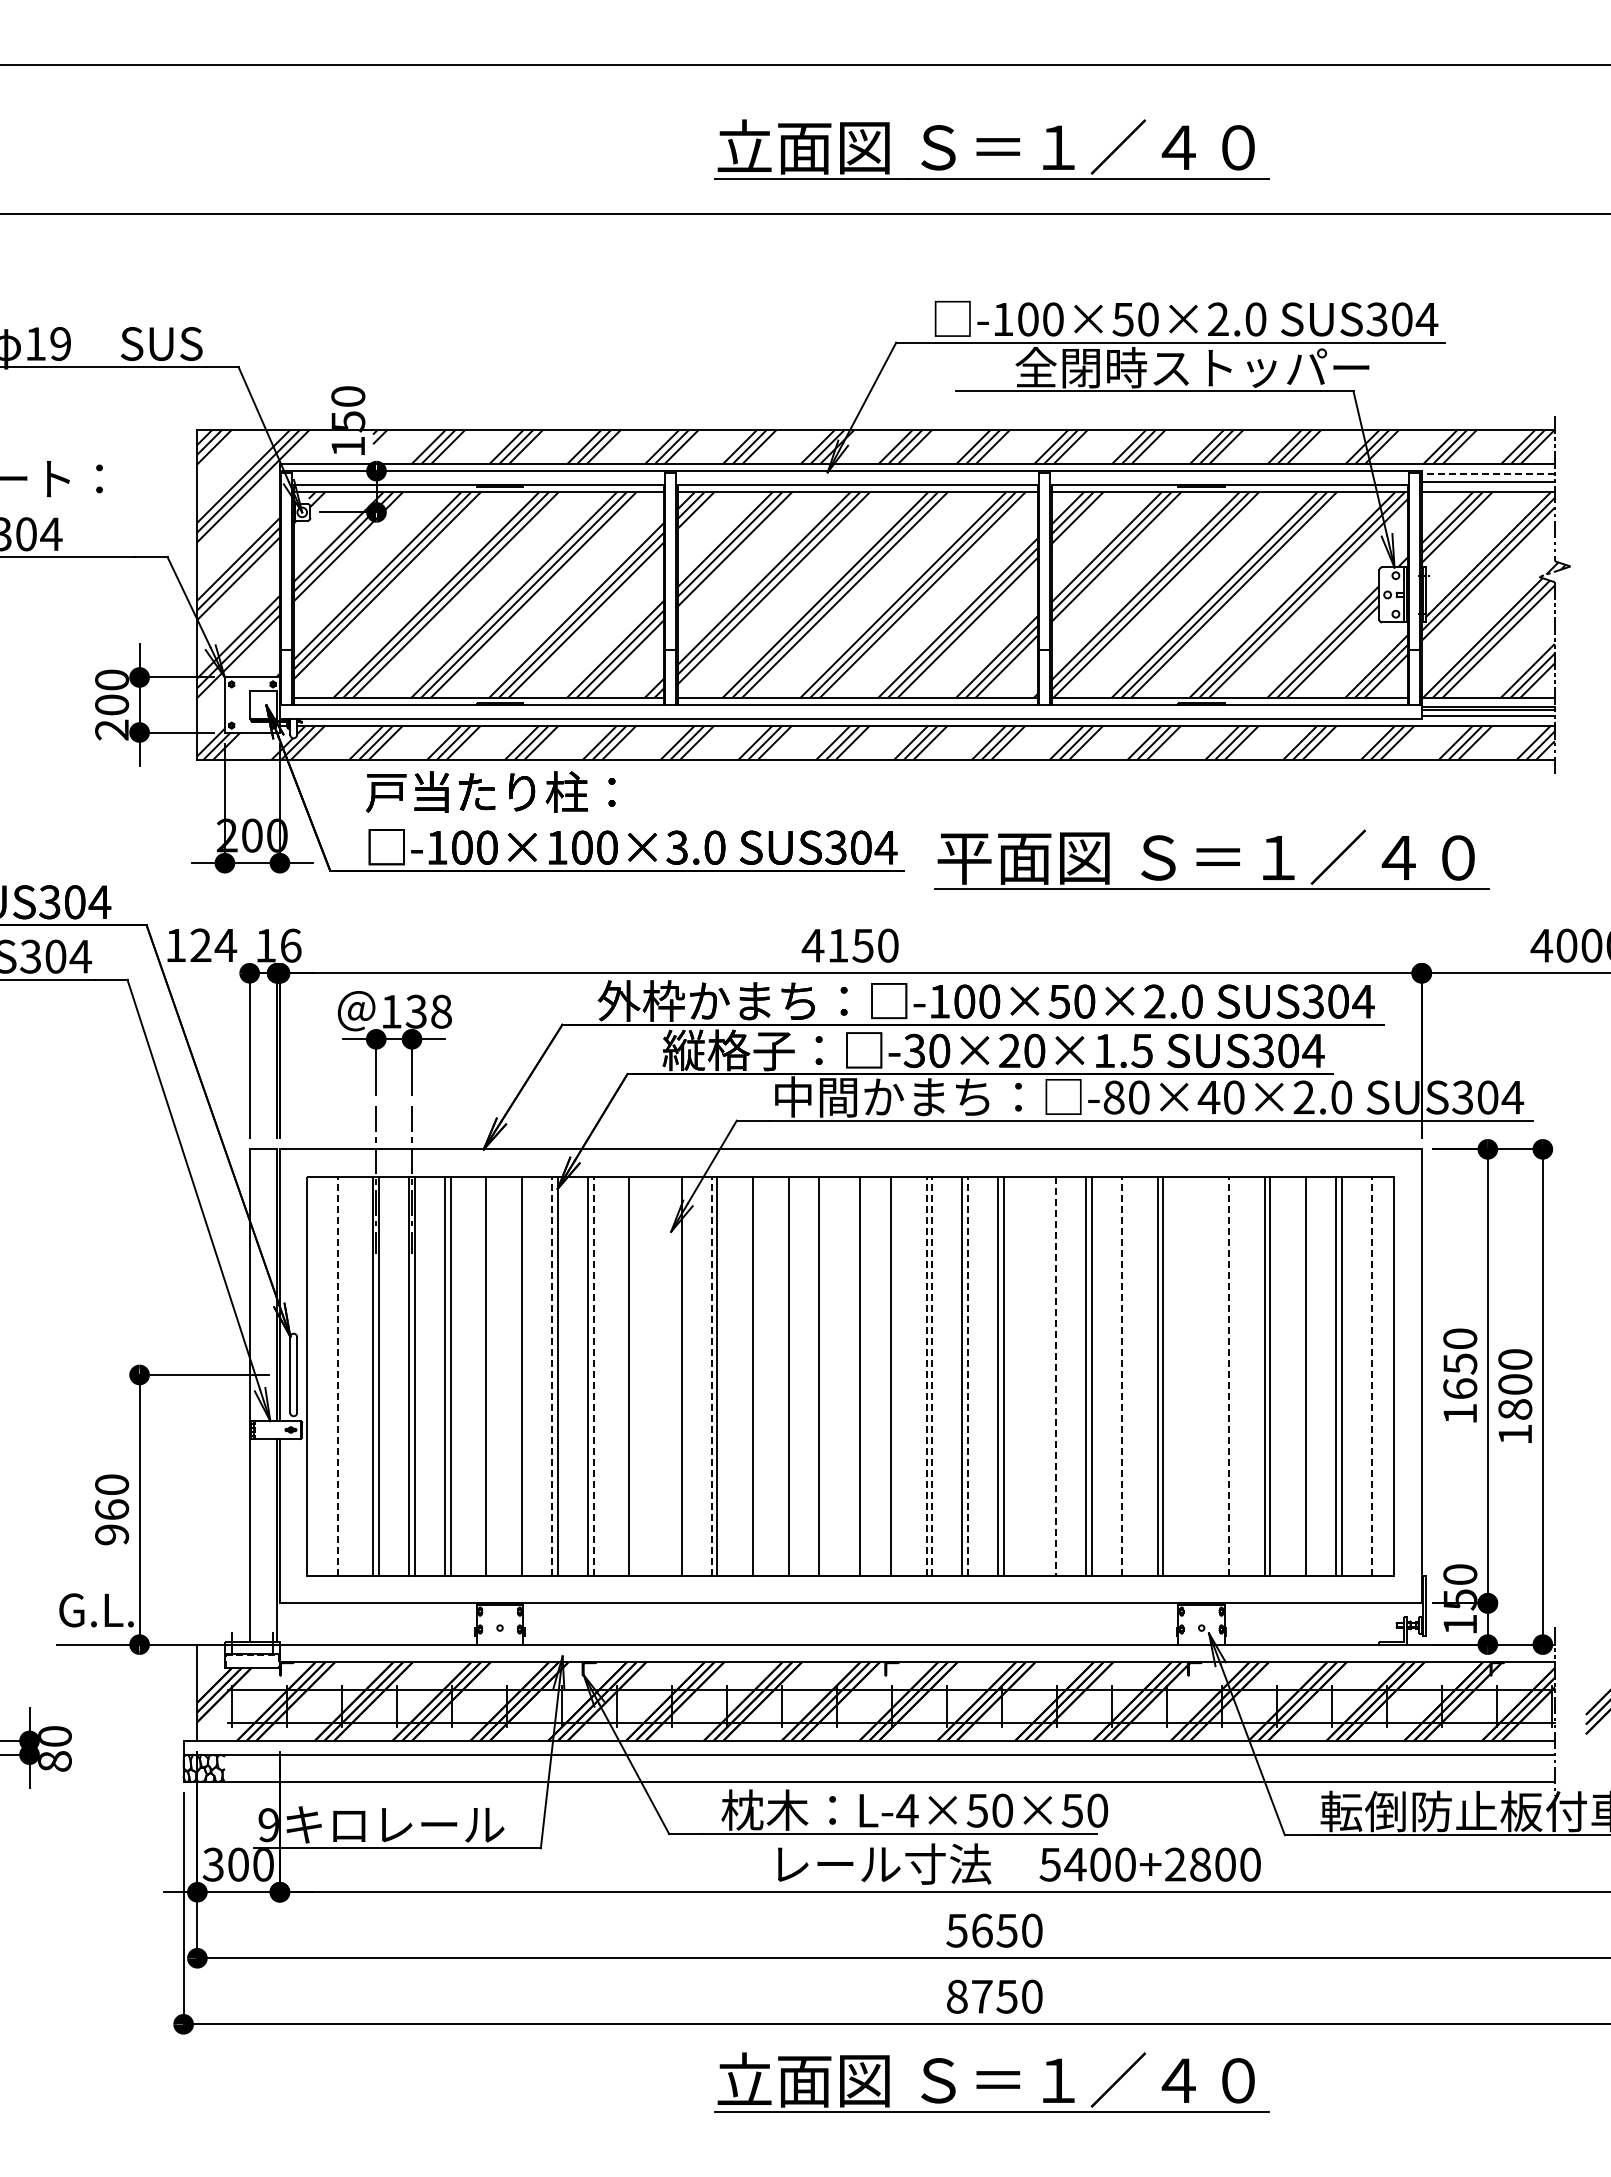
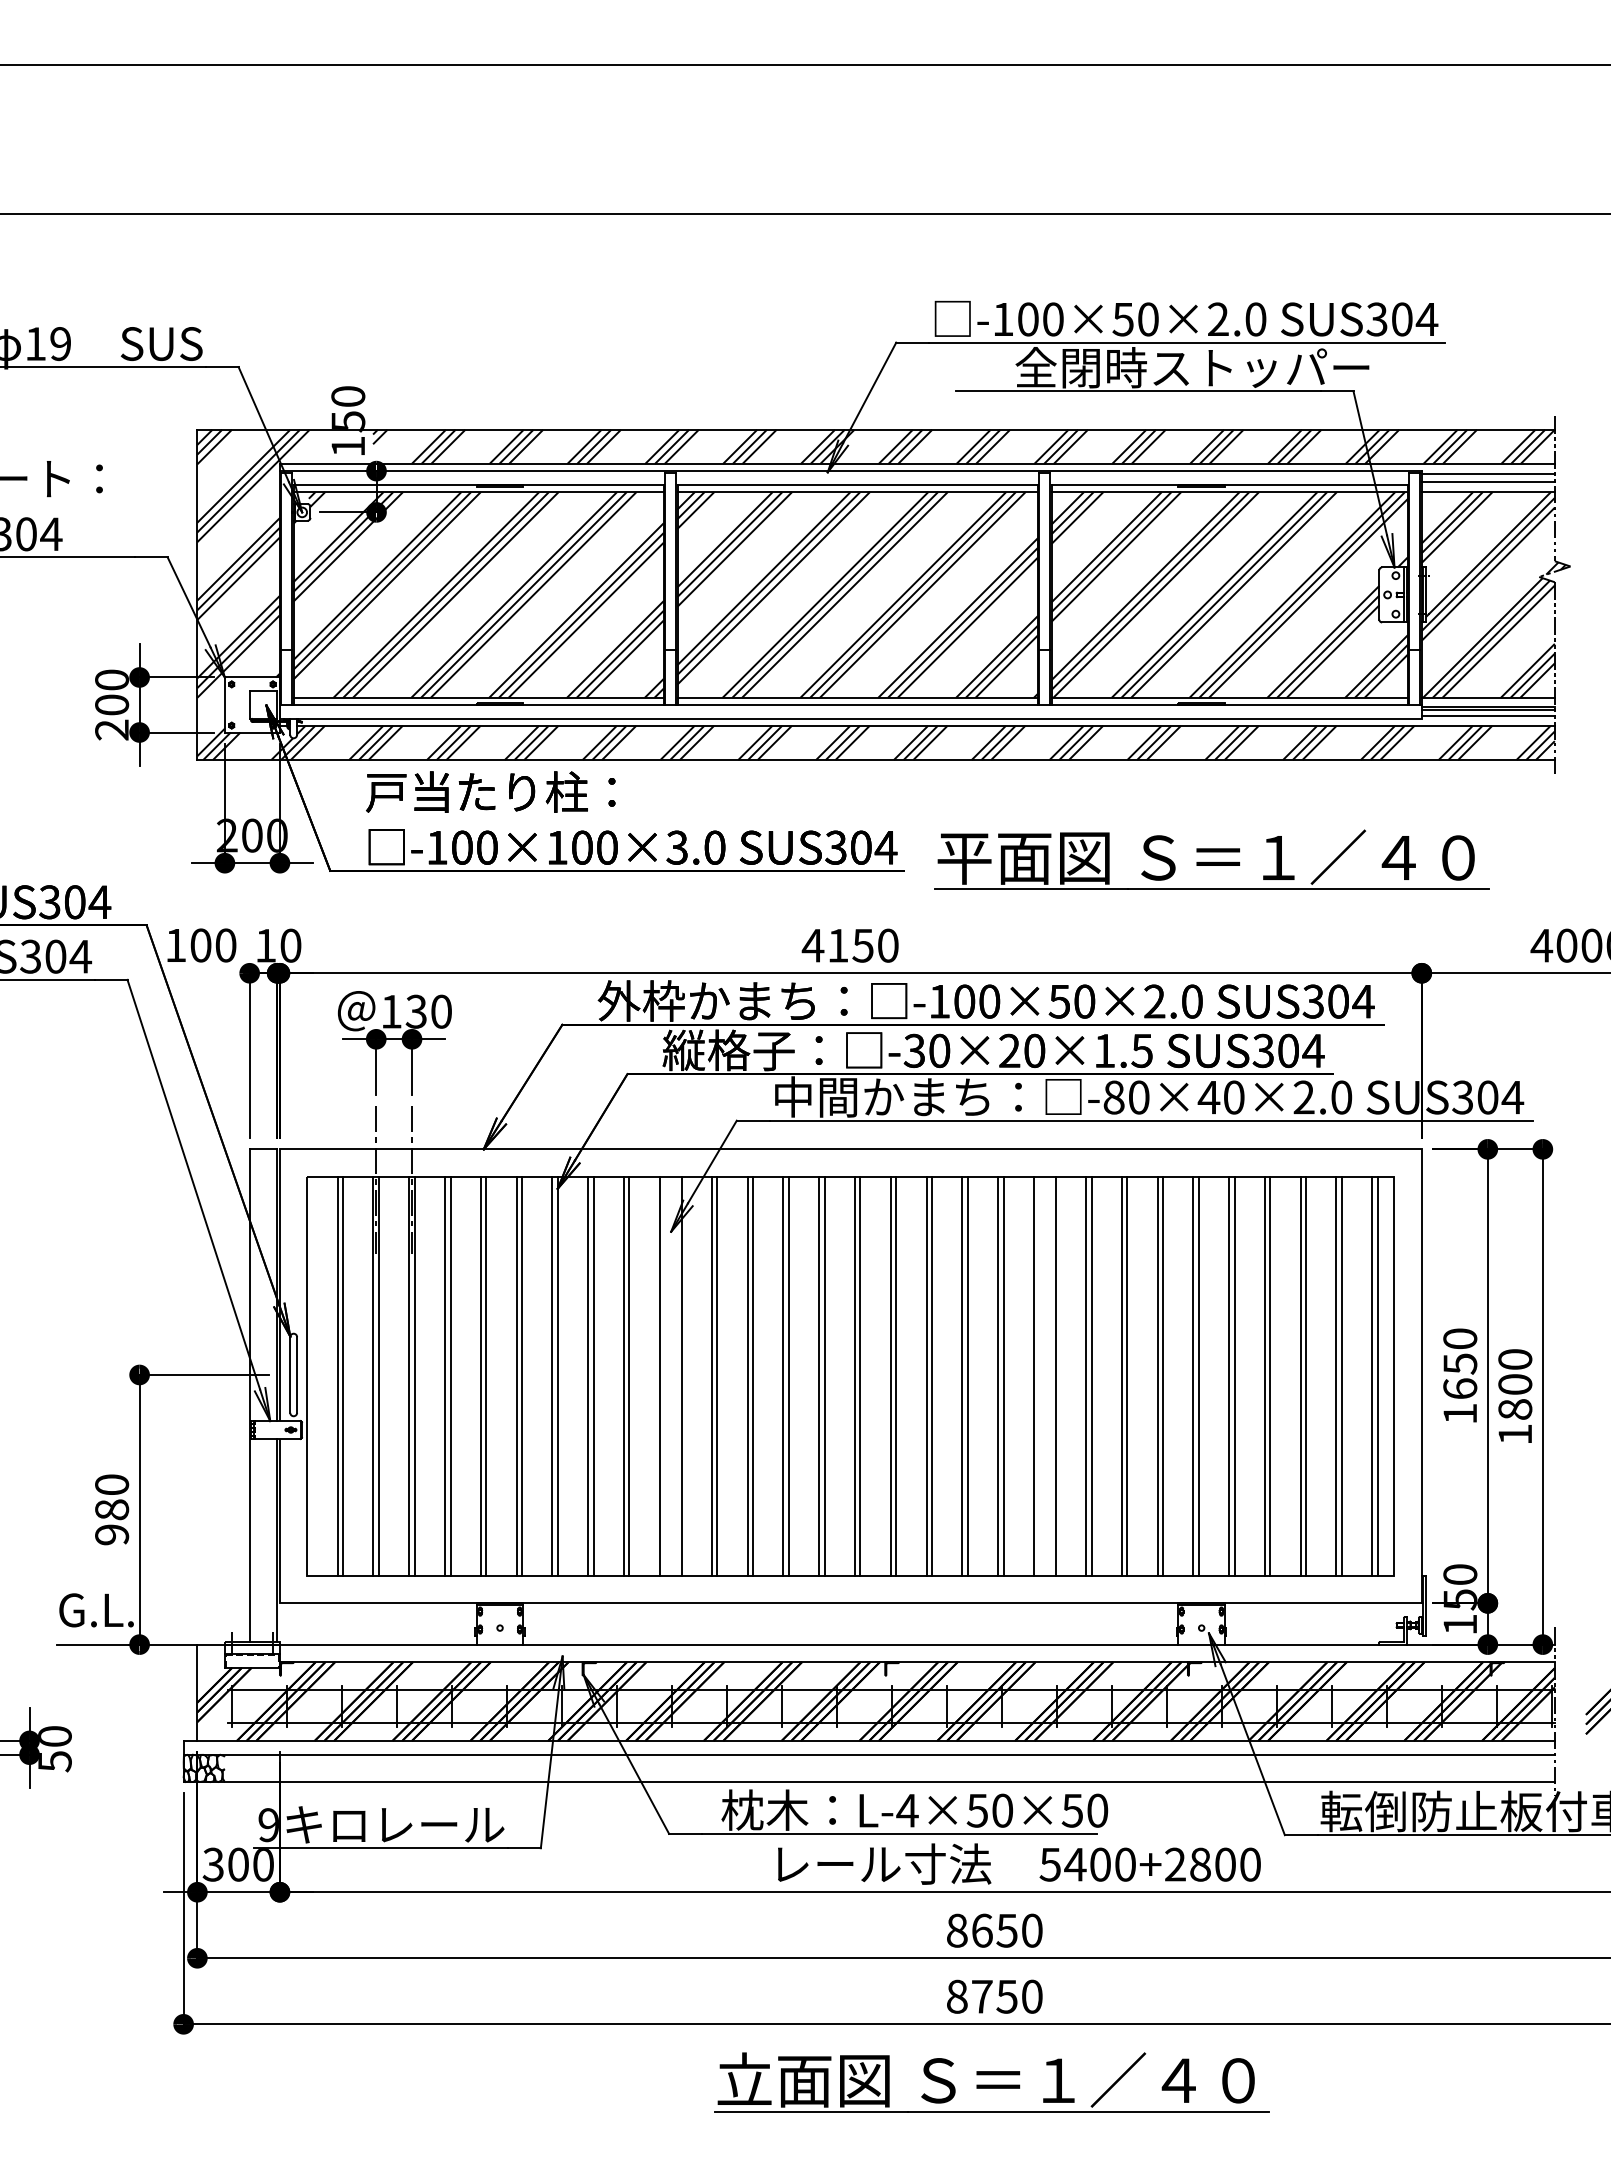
part at (991, 149): present -> none
line at (1488, 473): dashed -> solid
text at (213, 945): 124 -> 100
text at (290, 945): 16 -> 10
text at (441, 1011): 138 -> 130
line at (337, 1375): dashed -> solid
line at (343, 1375): none -> present
line at (480, 1375): none -> present
line at (516, 1375): none -> present
line at (552, 1375): dashed -> solid
line at (593, 1375): dashed -> solid
line at (623, 1375): none -> present
line at (659, 1375): none -> present
line at (711, 1375): dashed -> solid
line at (747, 1375): none -> present
line at (783, 1375): none -> present
line at (824, 1375): none -> present
line at (854, 1375): none -> present
line at (896, 1375): none -> present
line at (926, 1375): dashed -> solid
line at (932, 1375): dashed -> solid
line at (967, 1375): dashed -> solid
line at (1033, 1375): none -> present
line at (1121, 1375): dashed -> solid
line at (1127, 1375): none -> present
line at (1193, 1375): none -> present
line at (1198, 1375): none -> present
line at (1229, 1375): dashed -> solid
line at (1234, 1375): none -> present
line at (1300, 1375): none -> present
line at (1372, 1375): dashed -> solid
line at (1377, 1375): none -> present
line at (1055, 1376): dashed -> solid
text at (112, 1509): 960 -> 980
text at (54, 1761): 80 -> 50
text at (956, 1930): 5650 -> 8650
